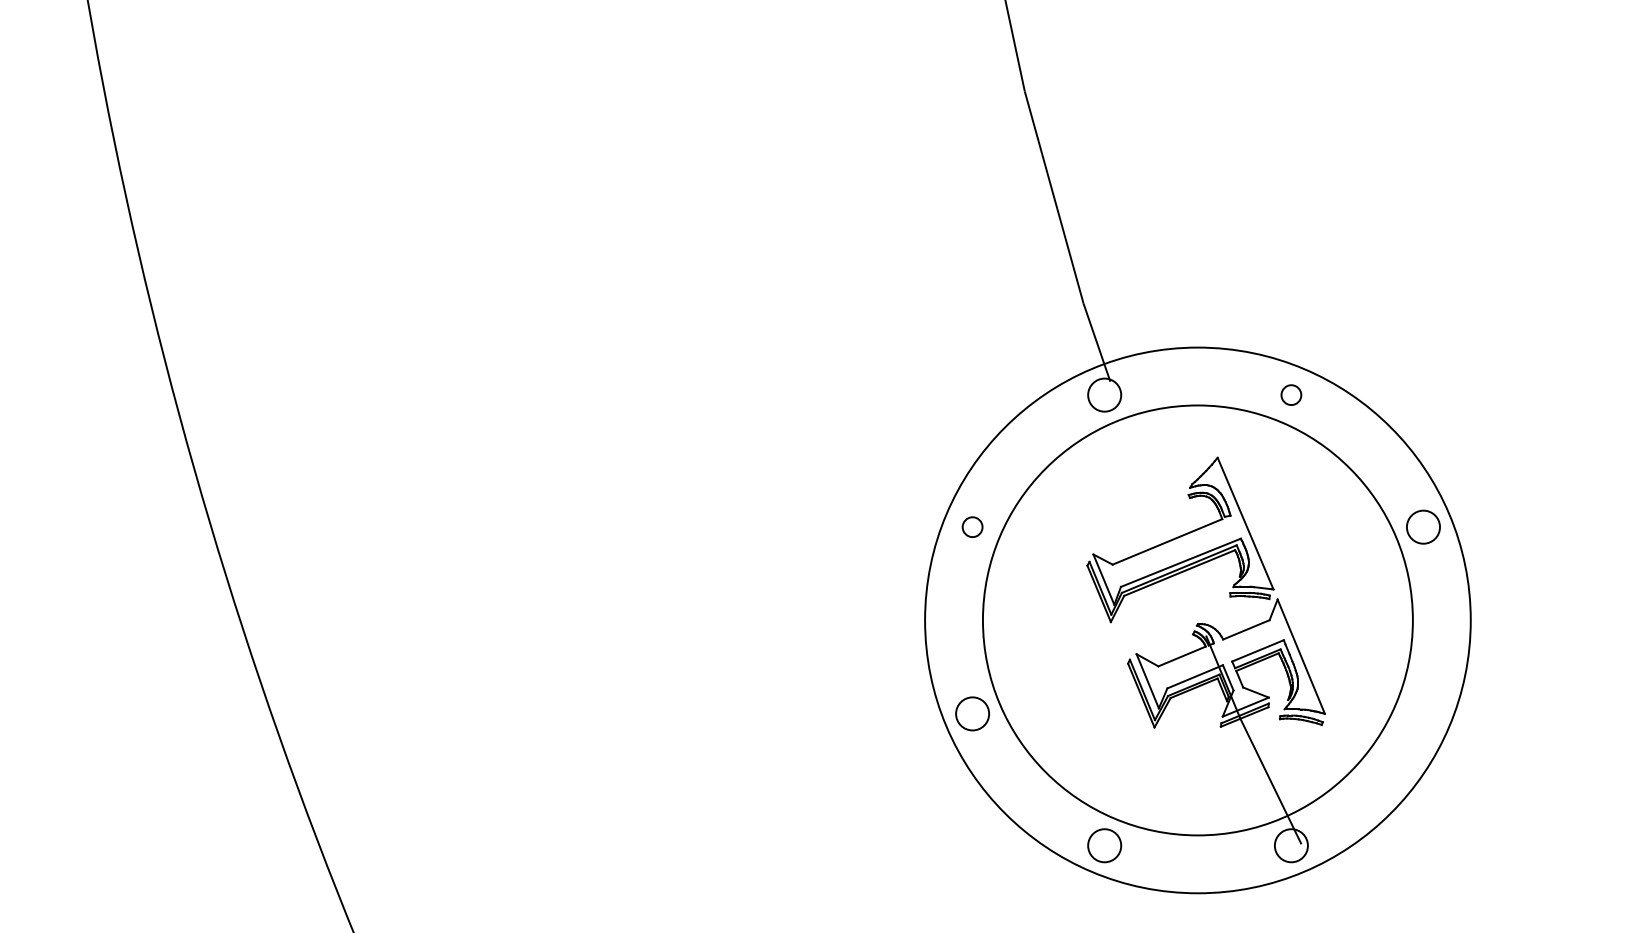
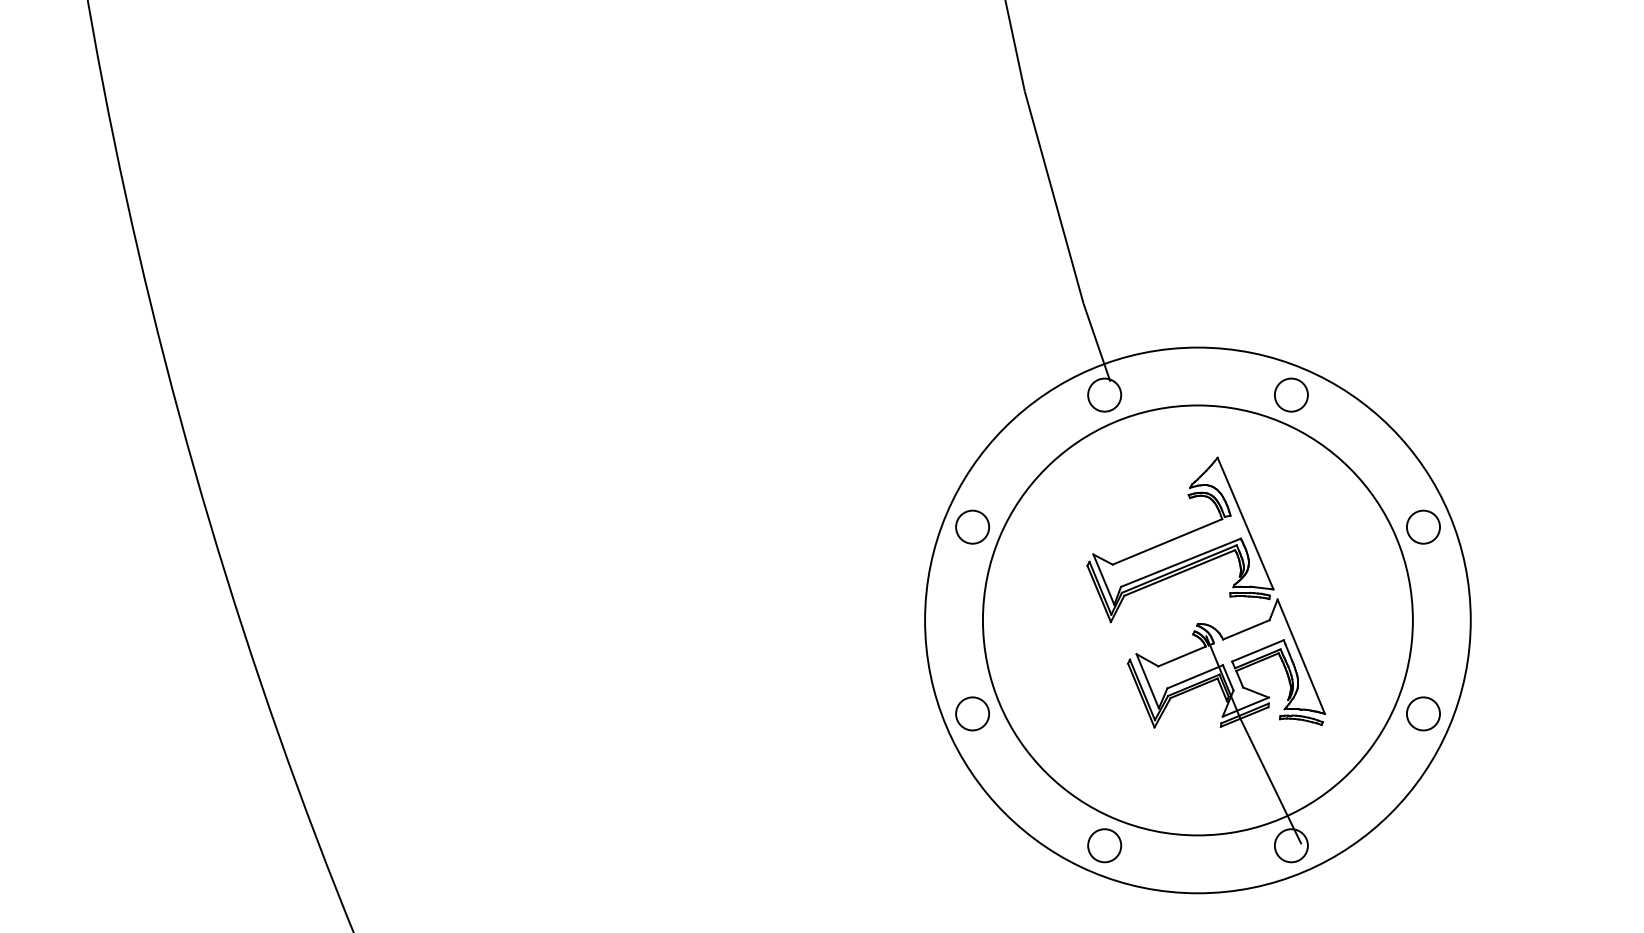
circle at (1291, 395) diameter: 20 px -> 33 px
circle at (972, 527) diameter: 20 px -> 33 px
circle at (1423, 713): none -> present
